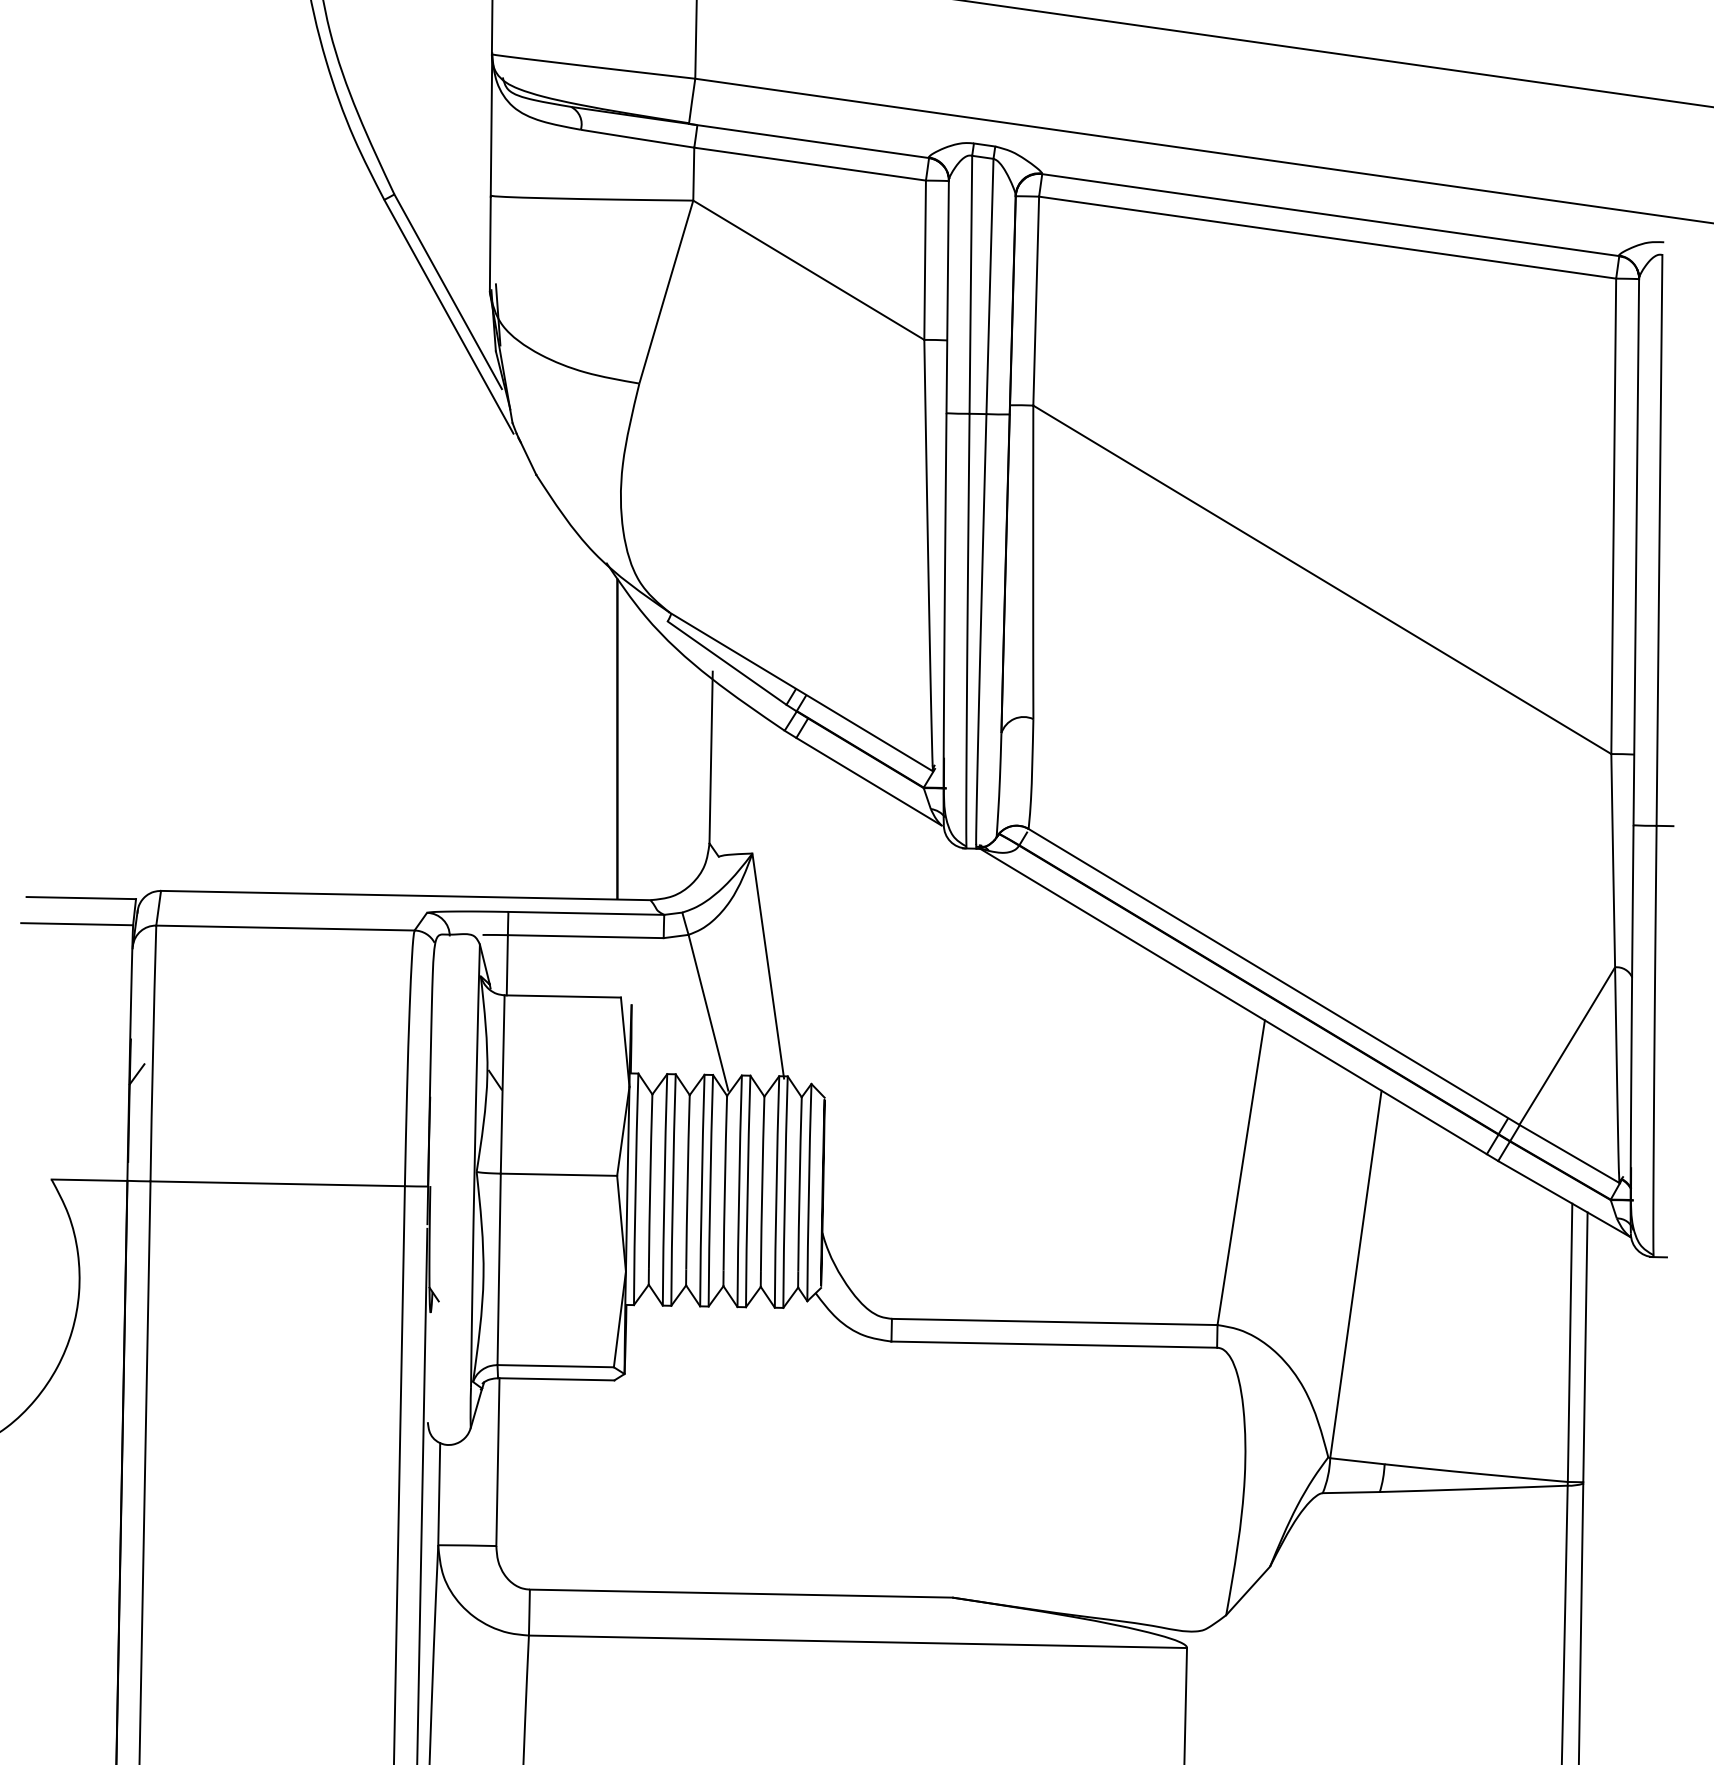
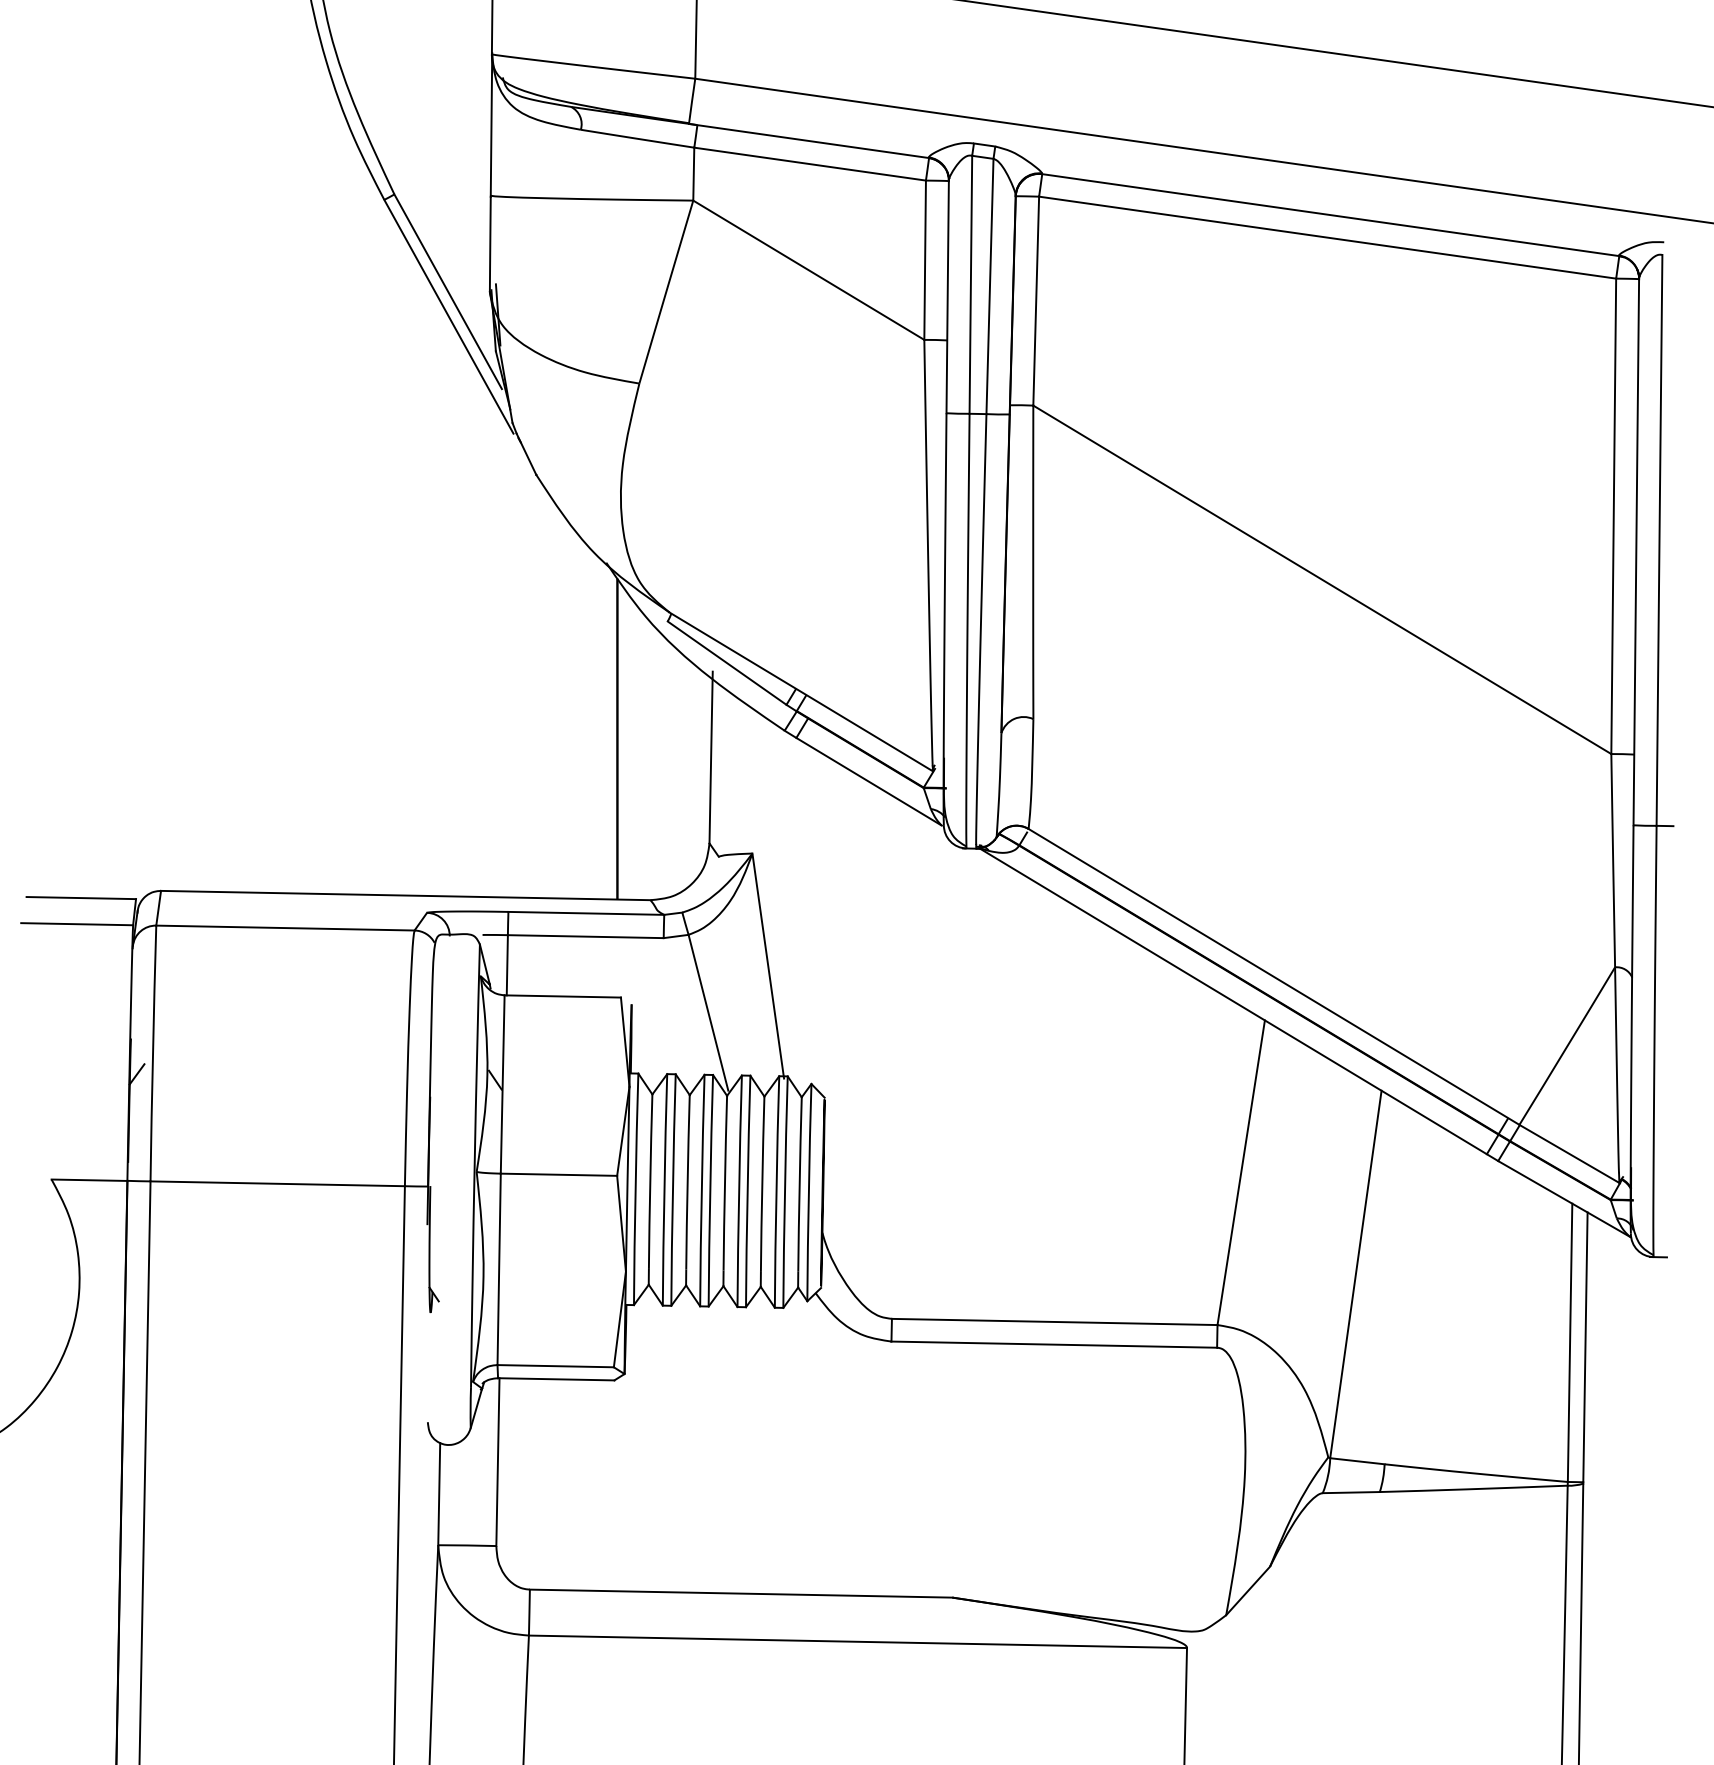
line at (422, 1494): present -> none
